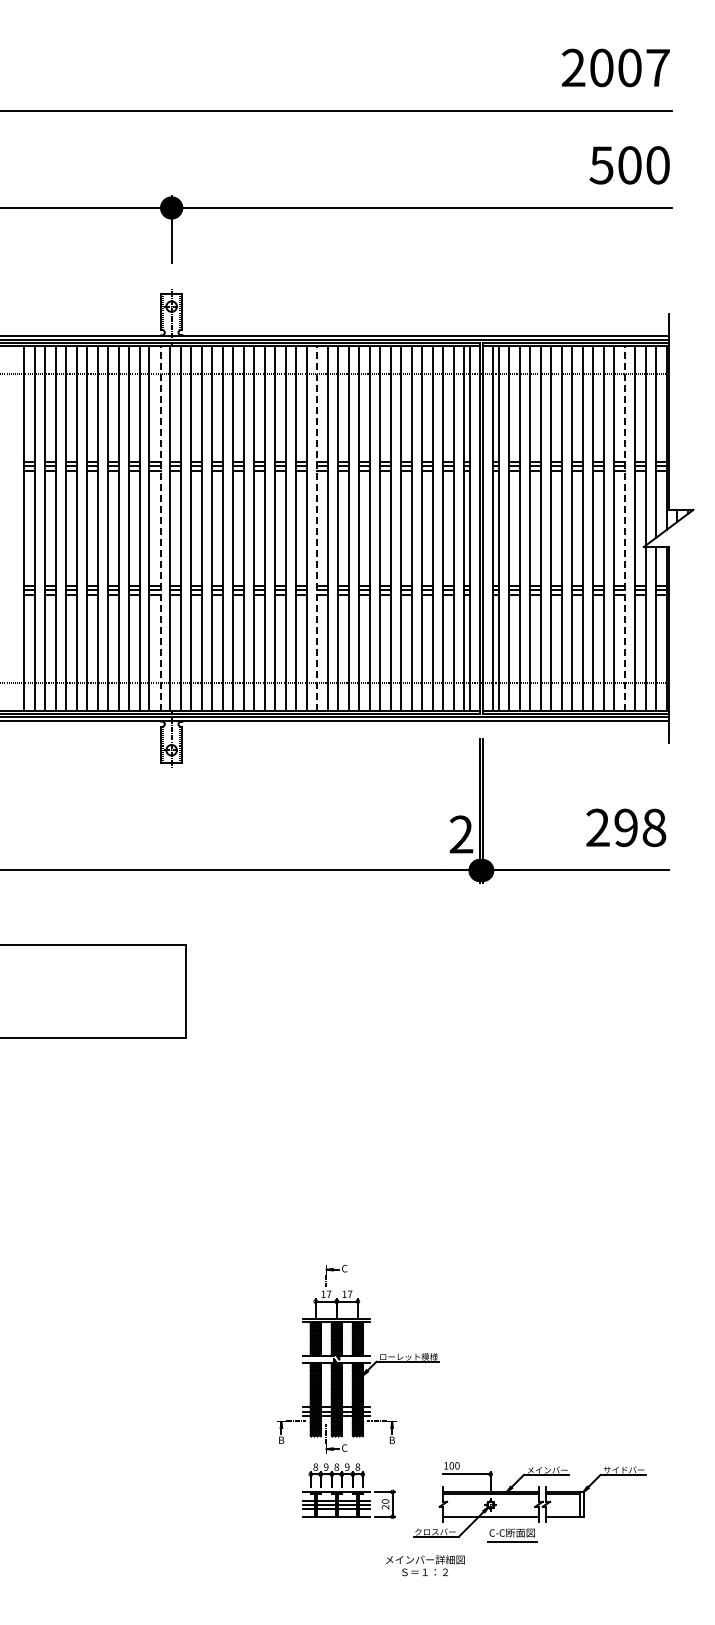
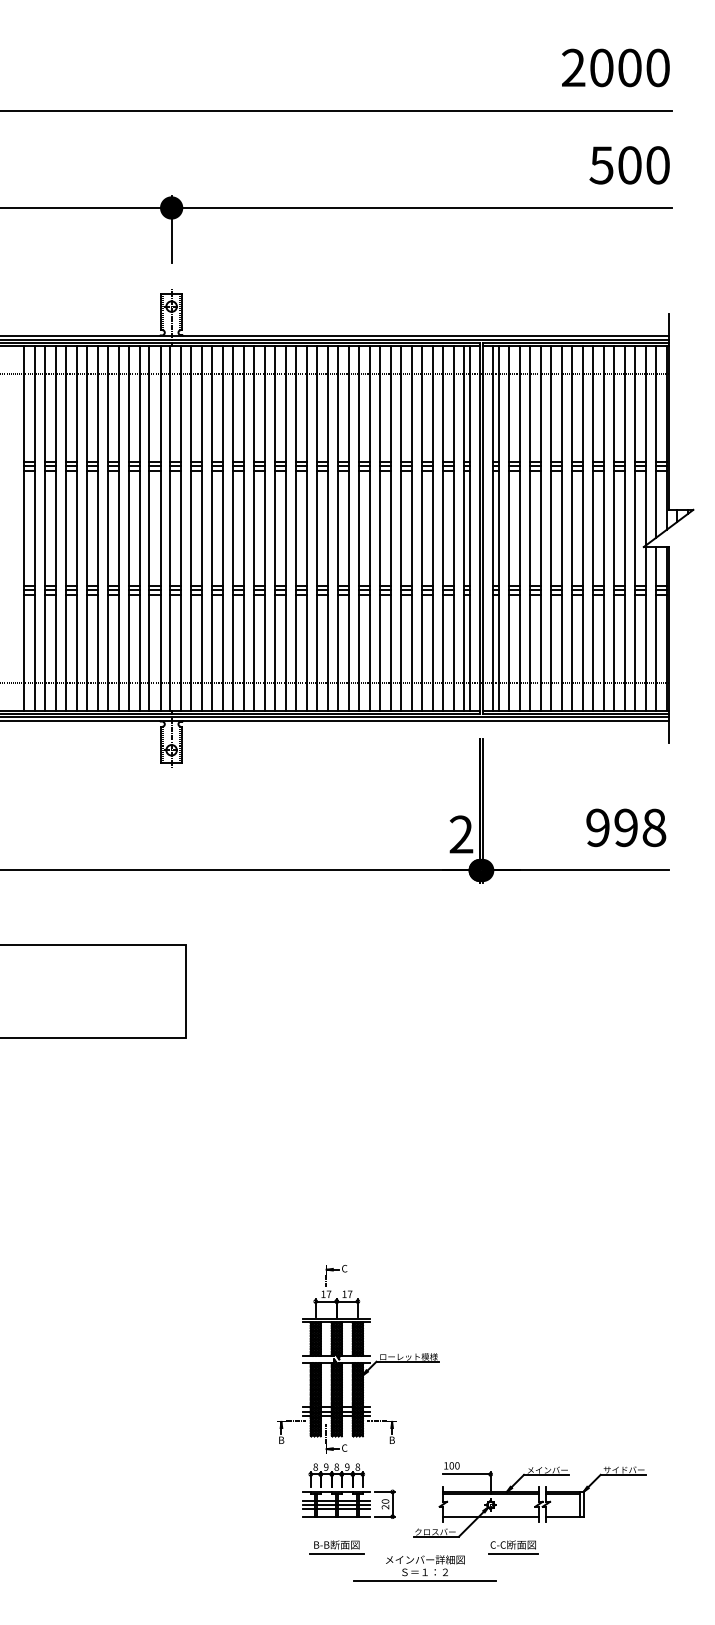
text at (657, 67): 2007 -> 2000
line at (160, 527): dashed -> solid
line at (317, 527): dashed -> solid
line at (625, 527): dashed -> solid
text at (597, 828): 298 -> 998
part at (512, 1535) position: (512, 1535) -> (513, 1547)
part at (336, 1547): none -> present
line at (424, 1580): none -> present
